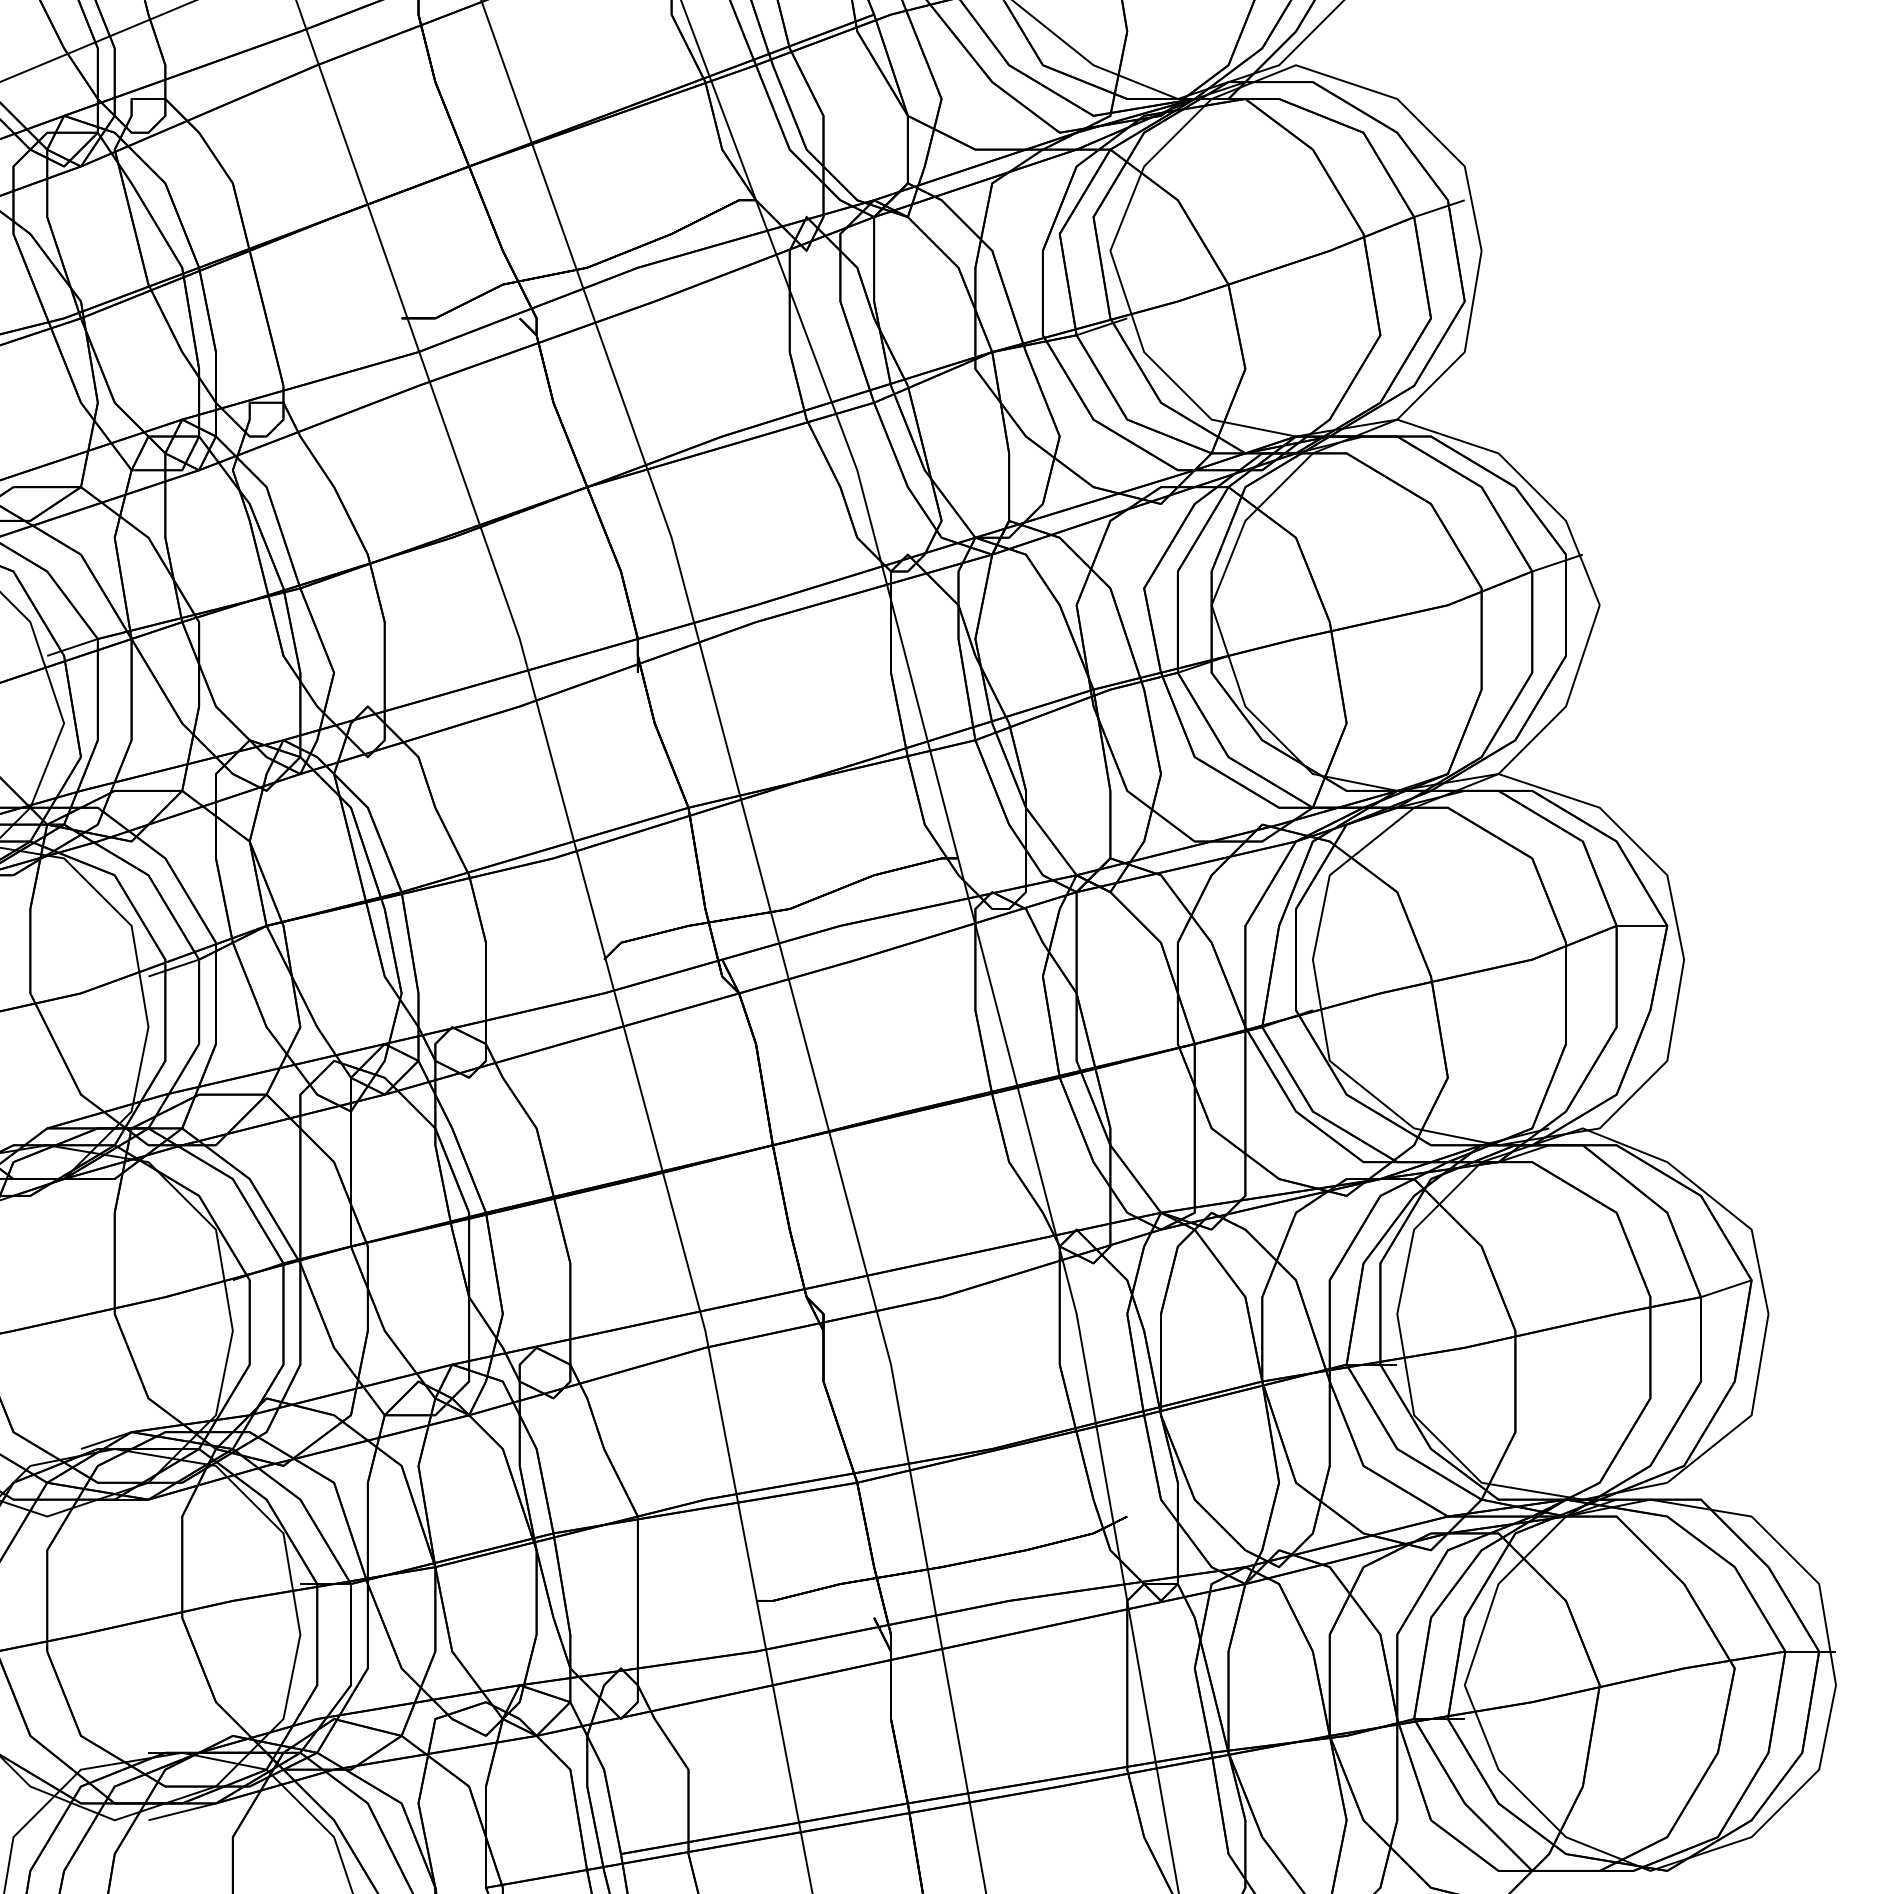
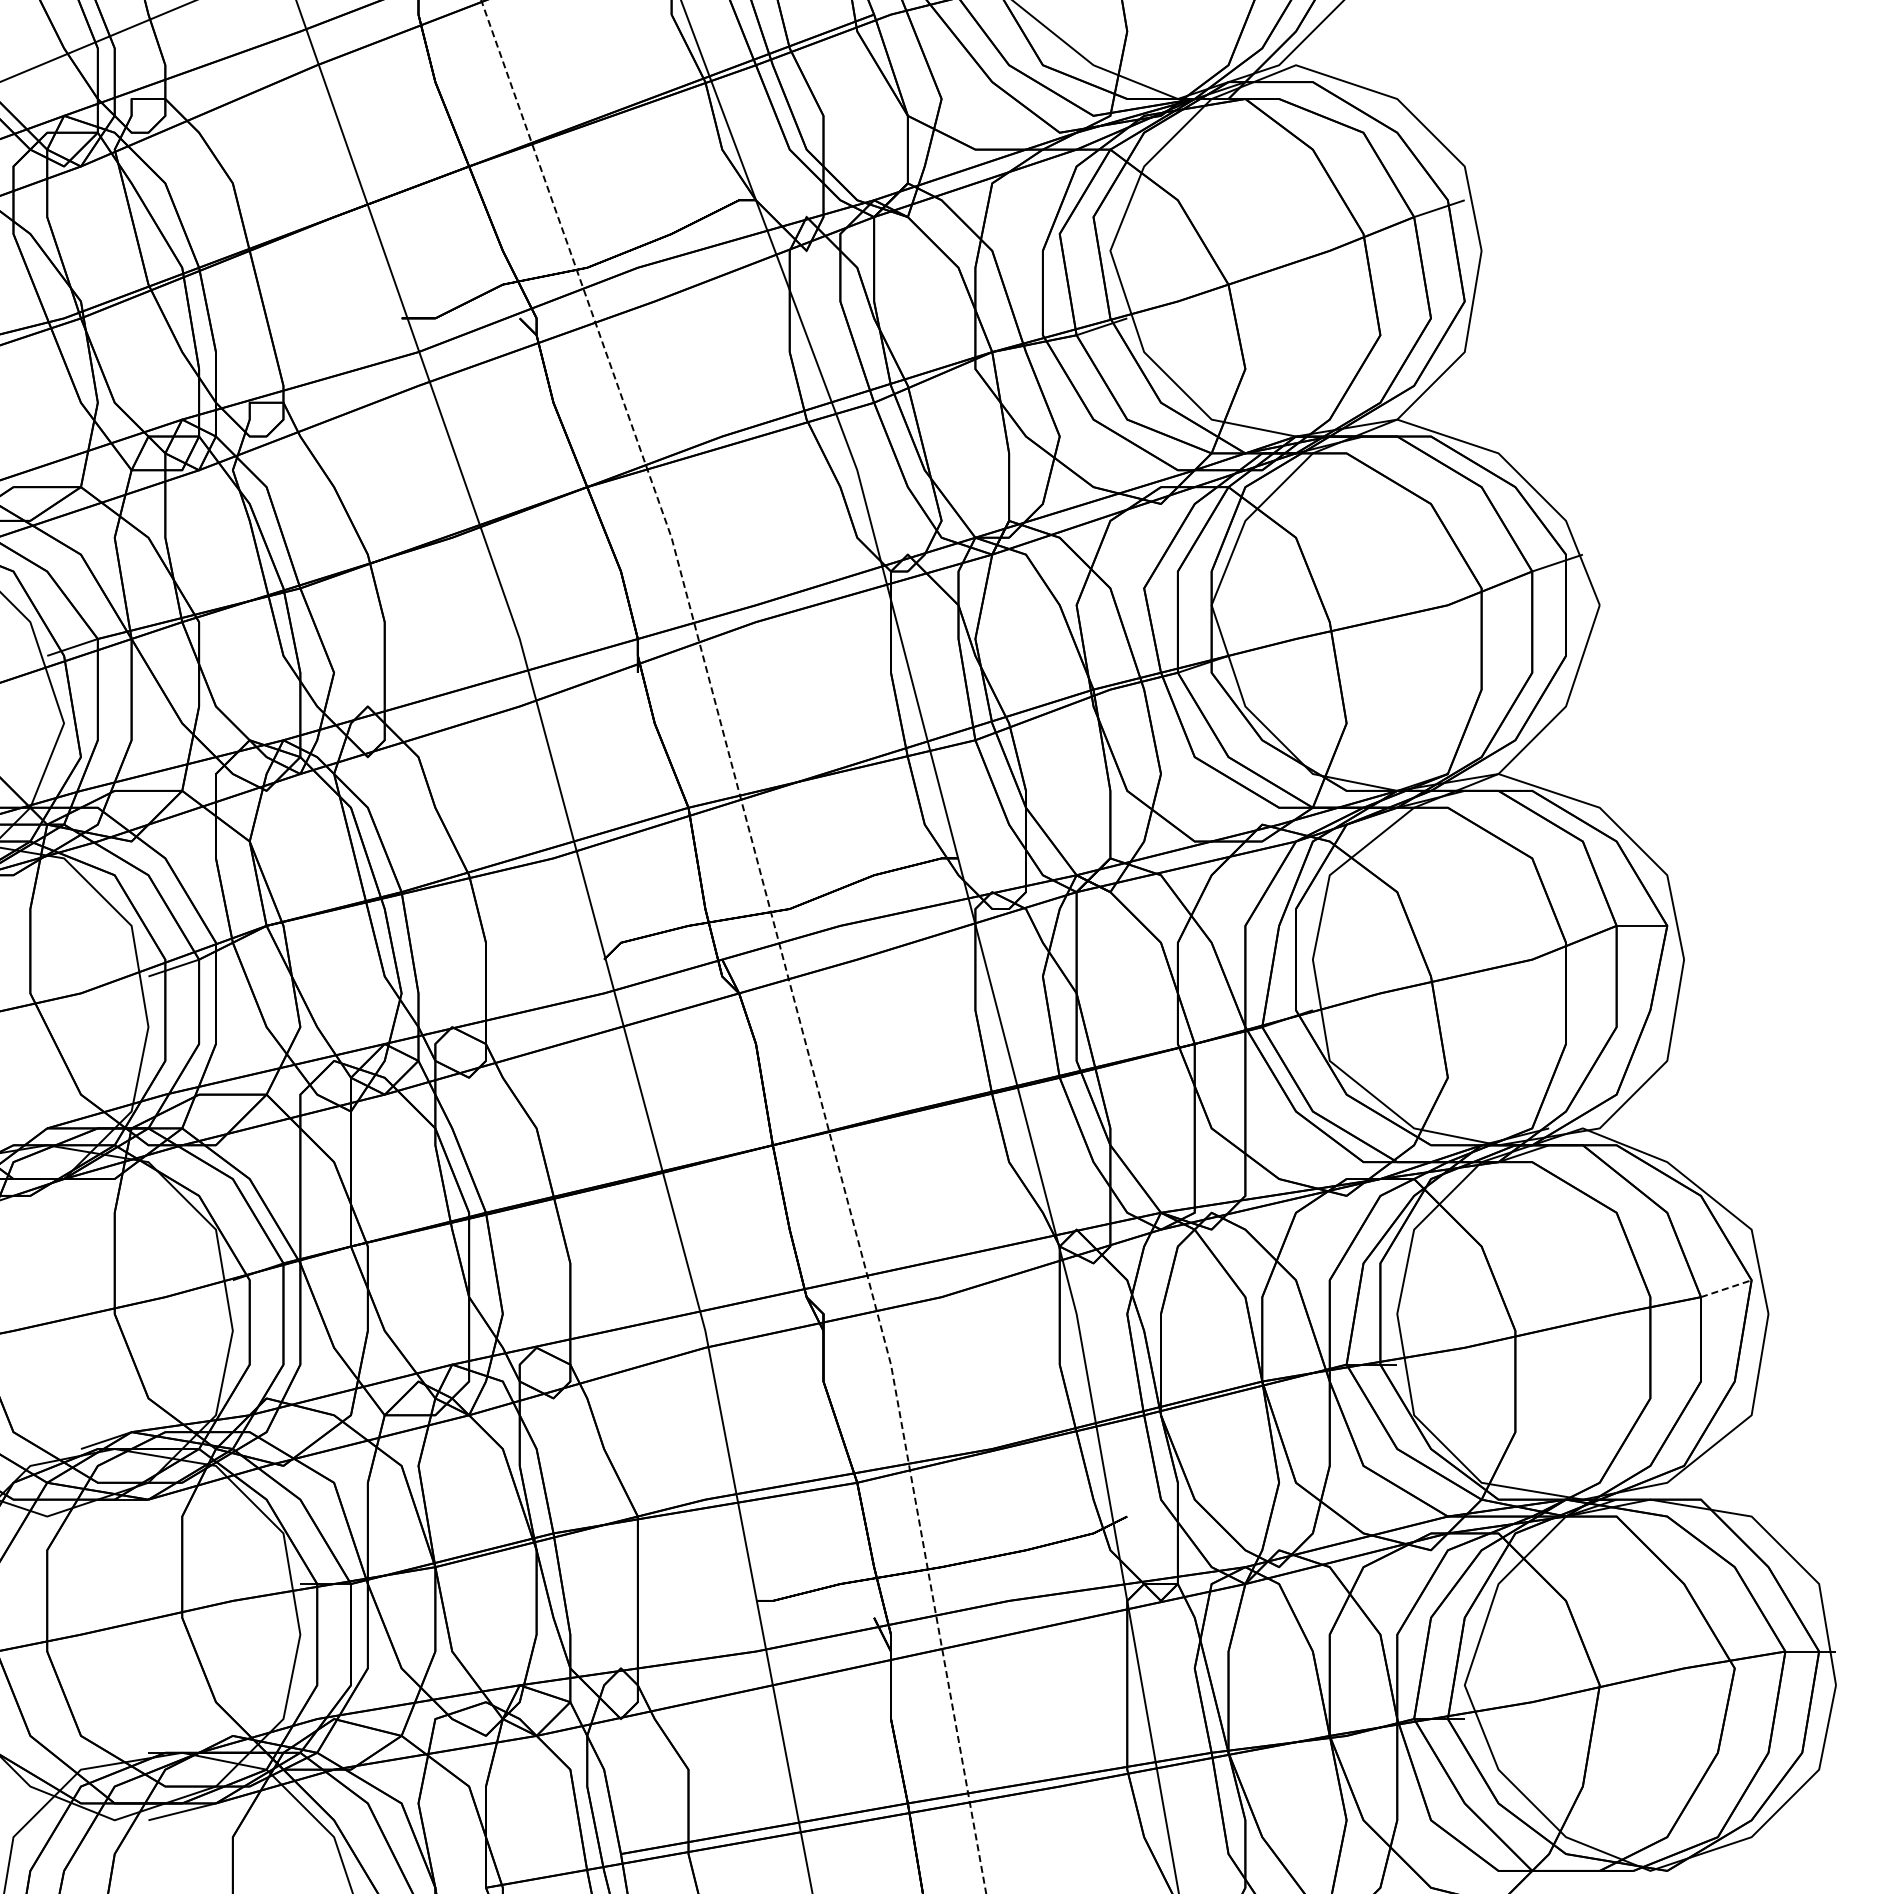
line at (777, 935): solid -> dashed
line at (1726, 1288): solid -> dashed
